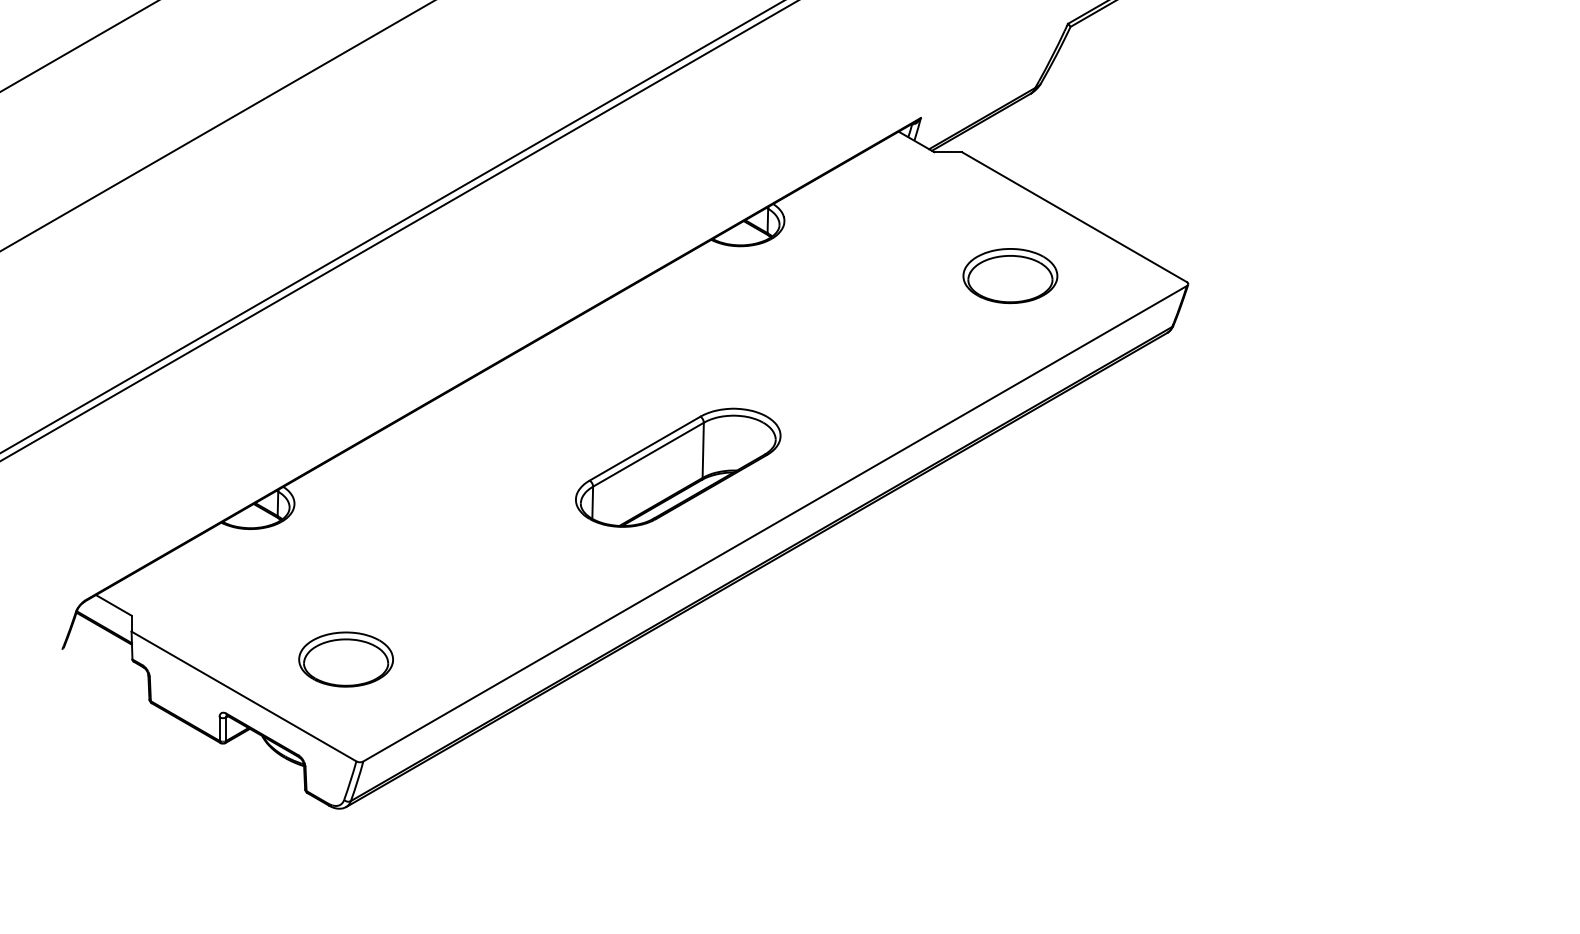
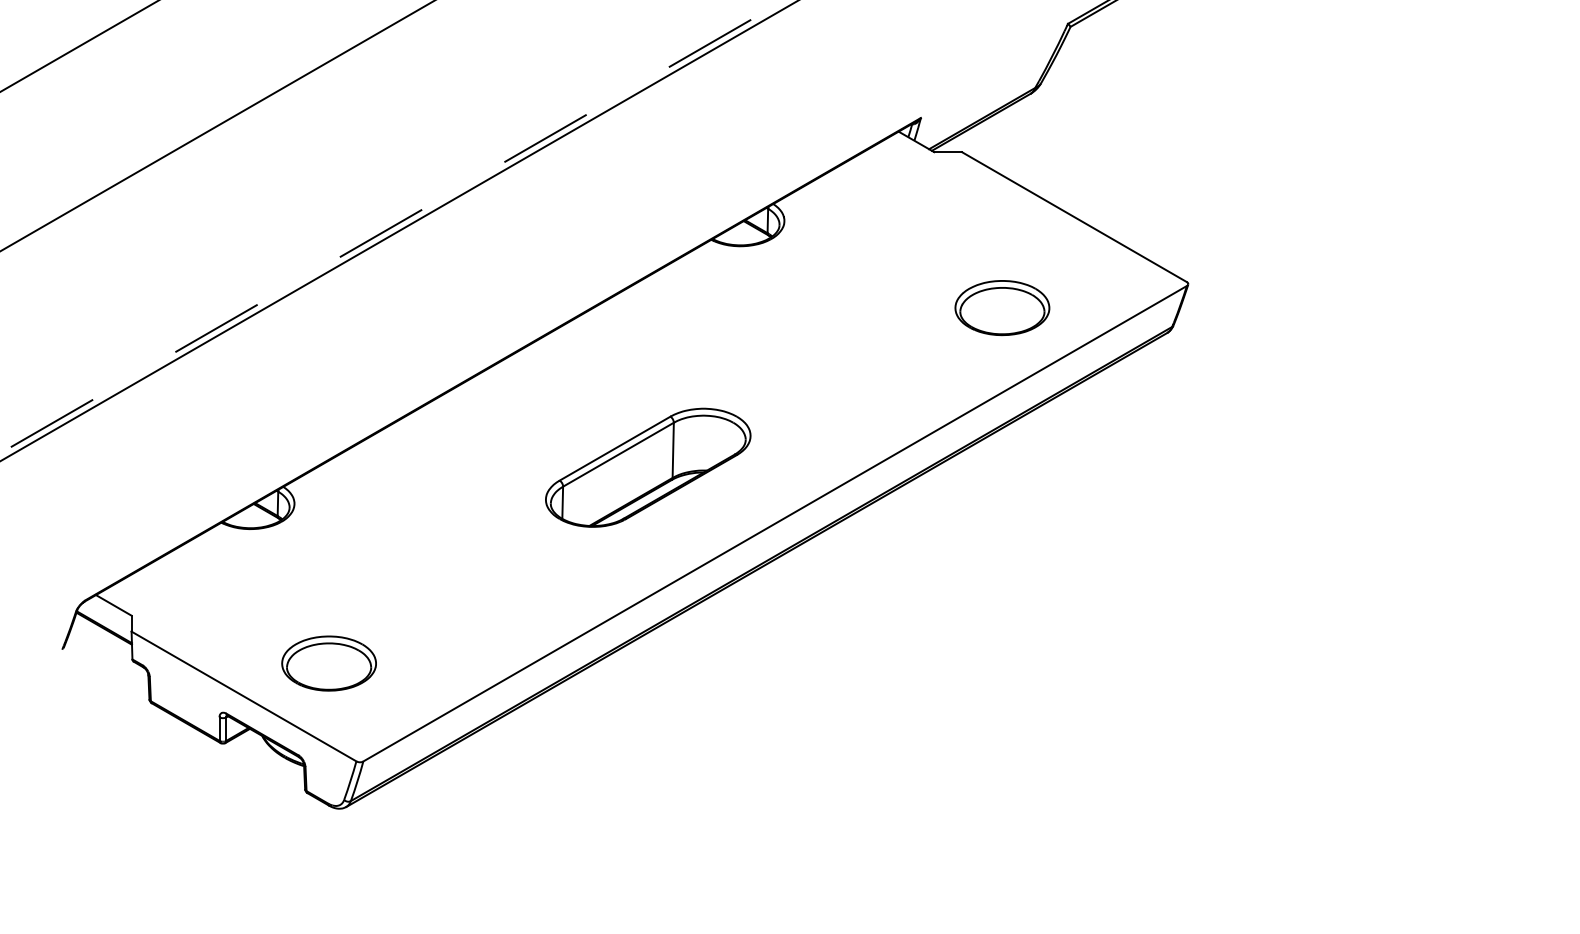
line at (392, 226): solid -> dashed
part at (1010, 276) position: (1010, 276) -> (1002, 308)
part at (678, 467) position: (678, 467) -> (648, 467)
part at (345, 659) position: (345, 659) -> (328, 663)
